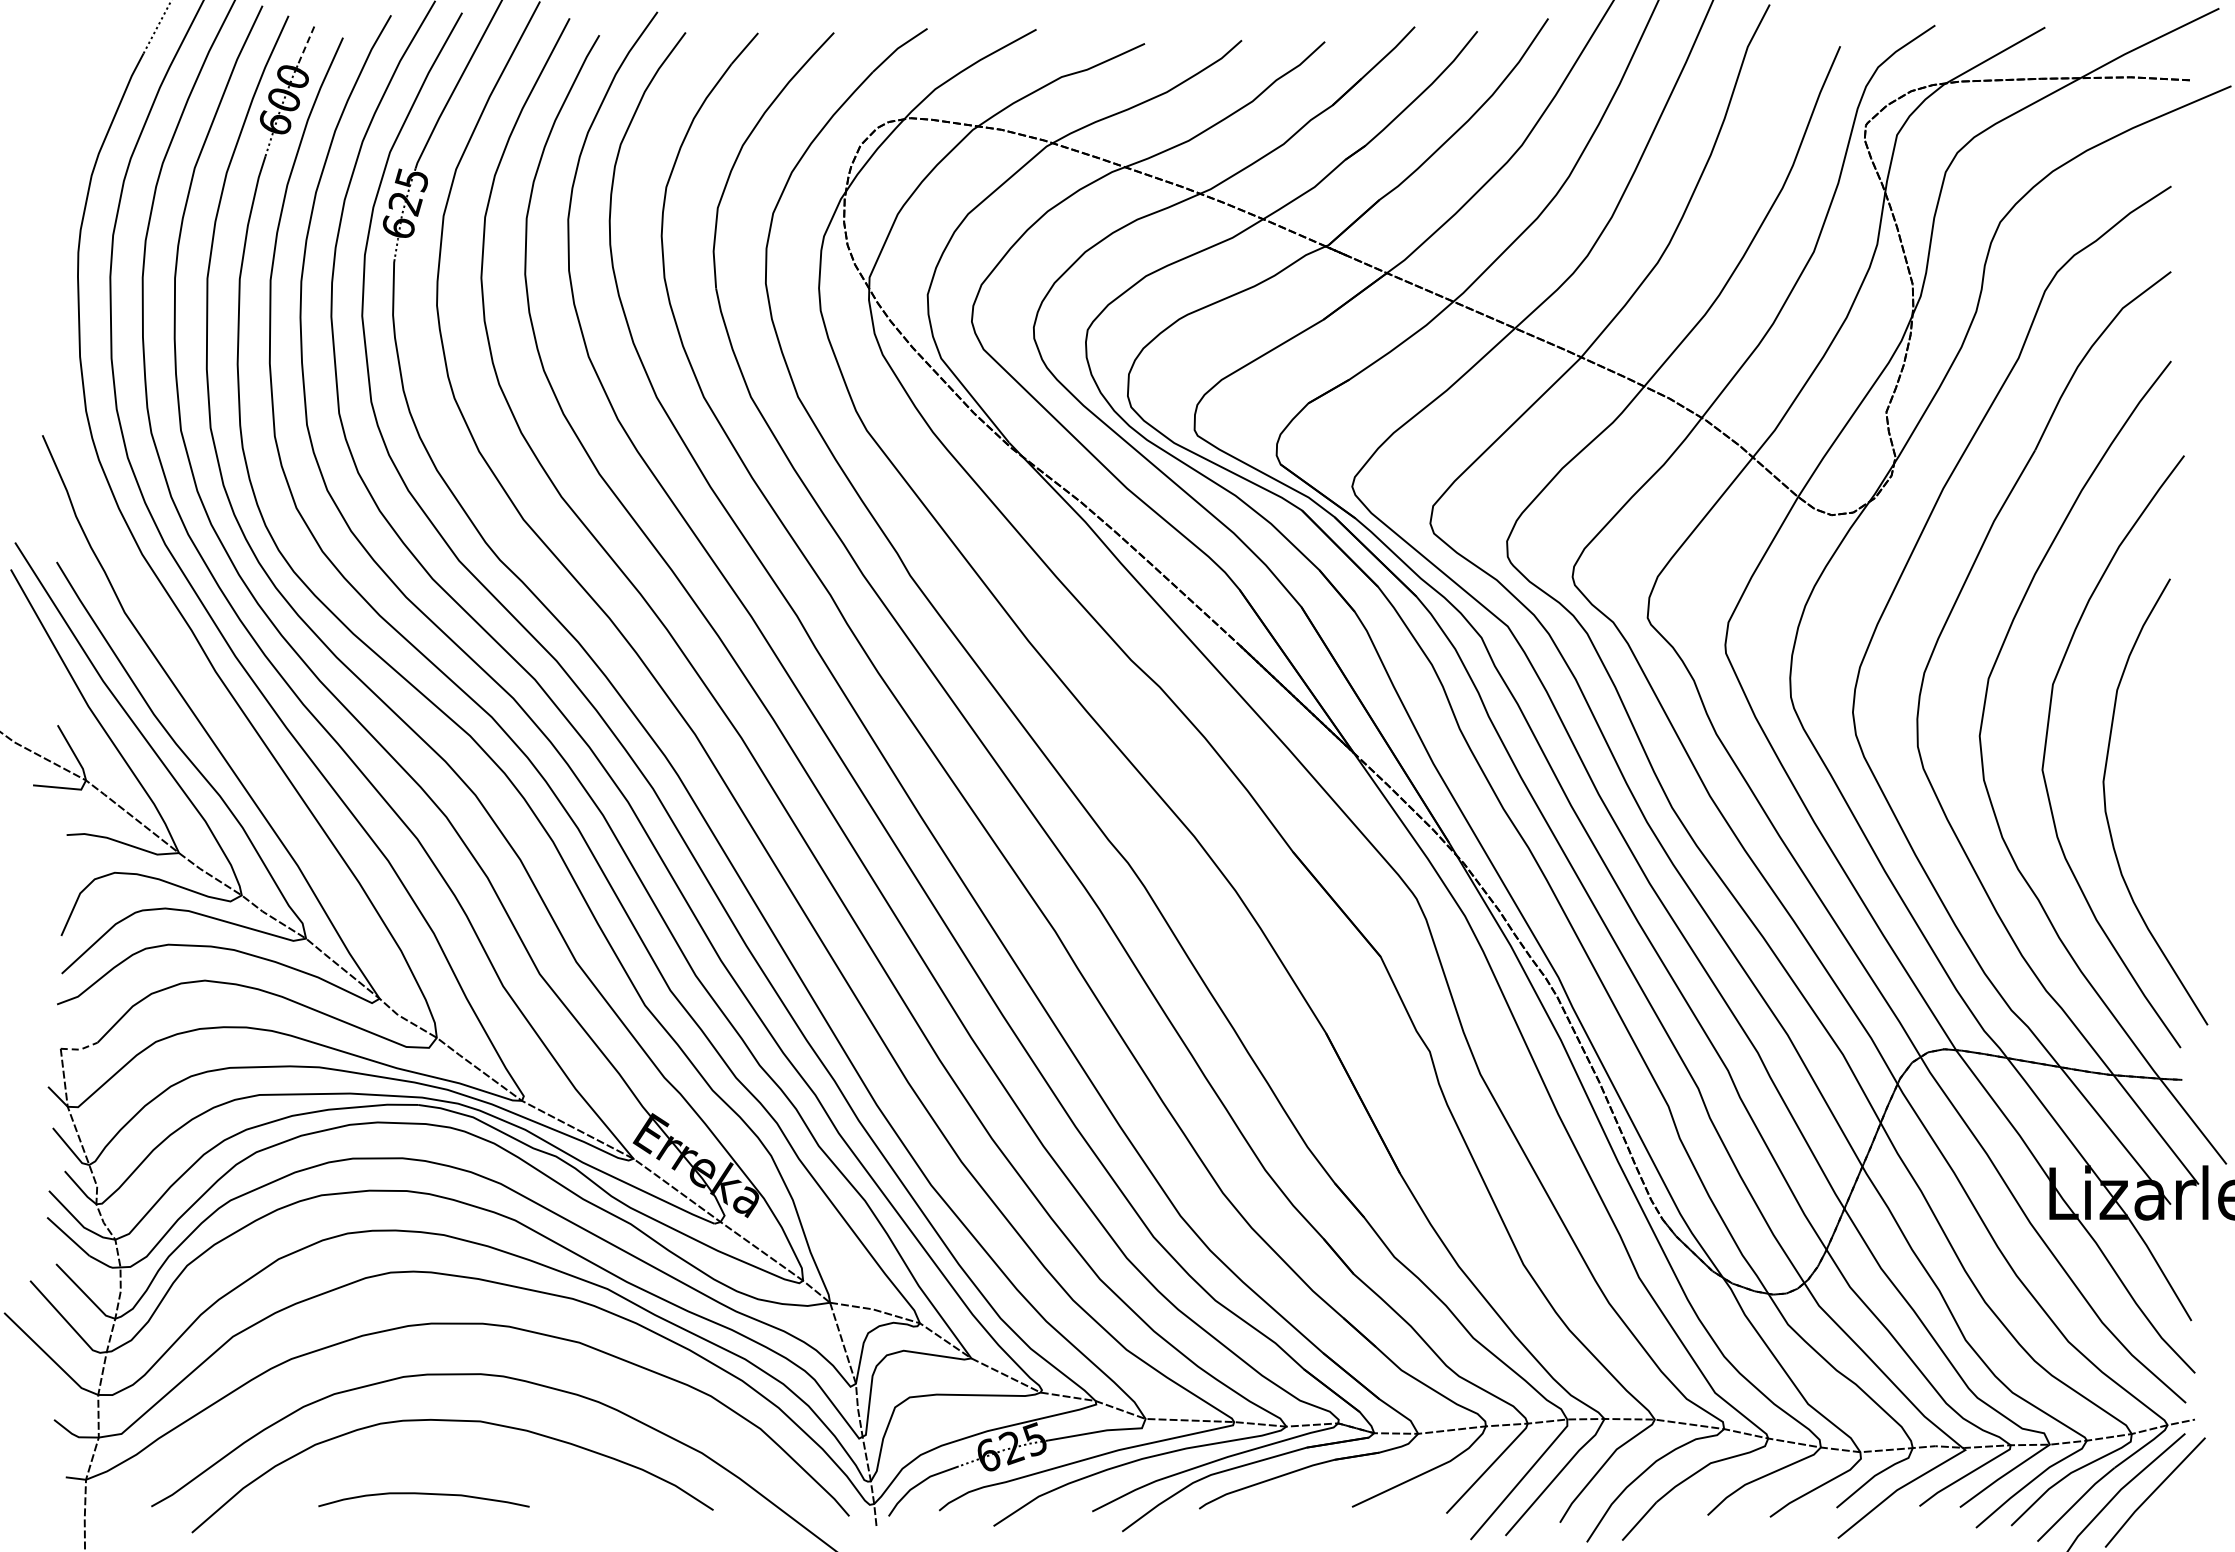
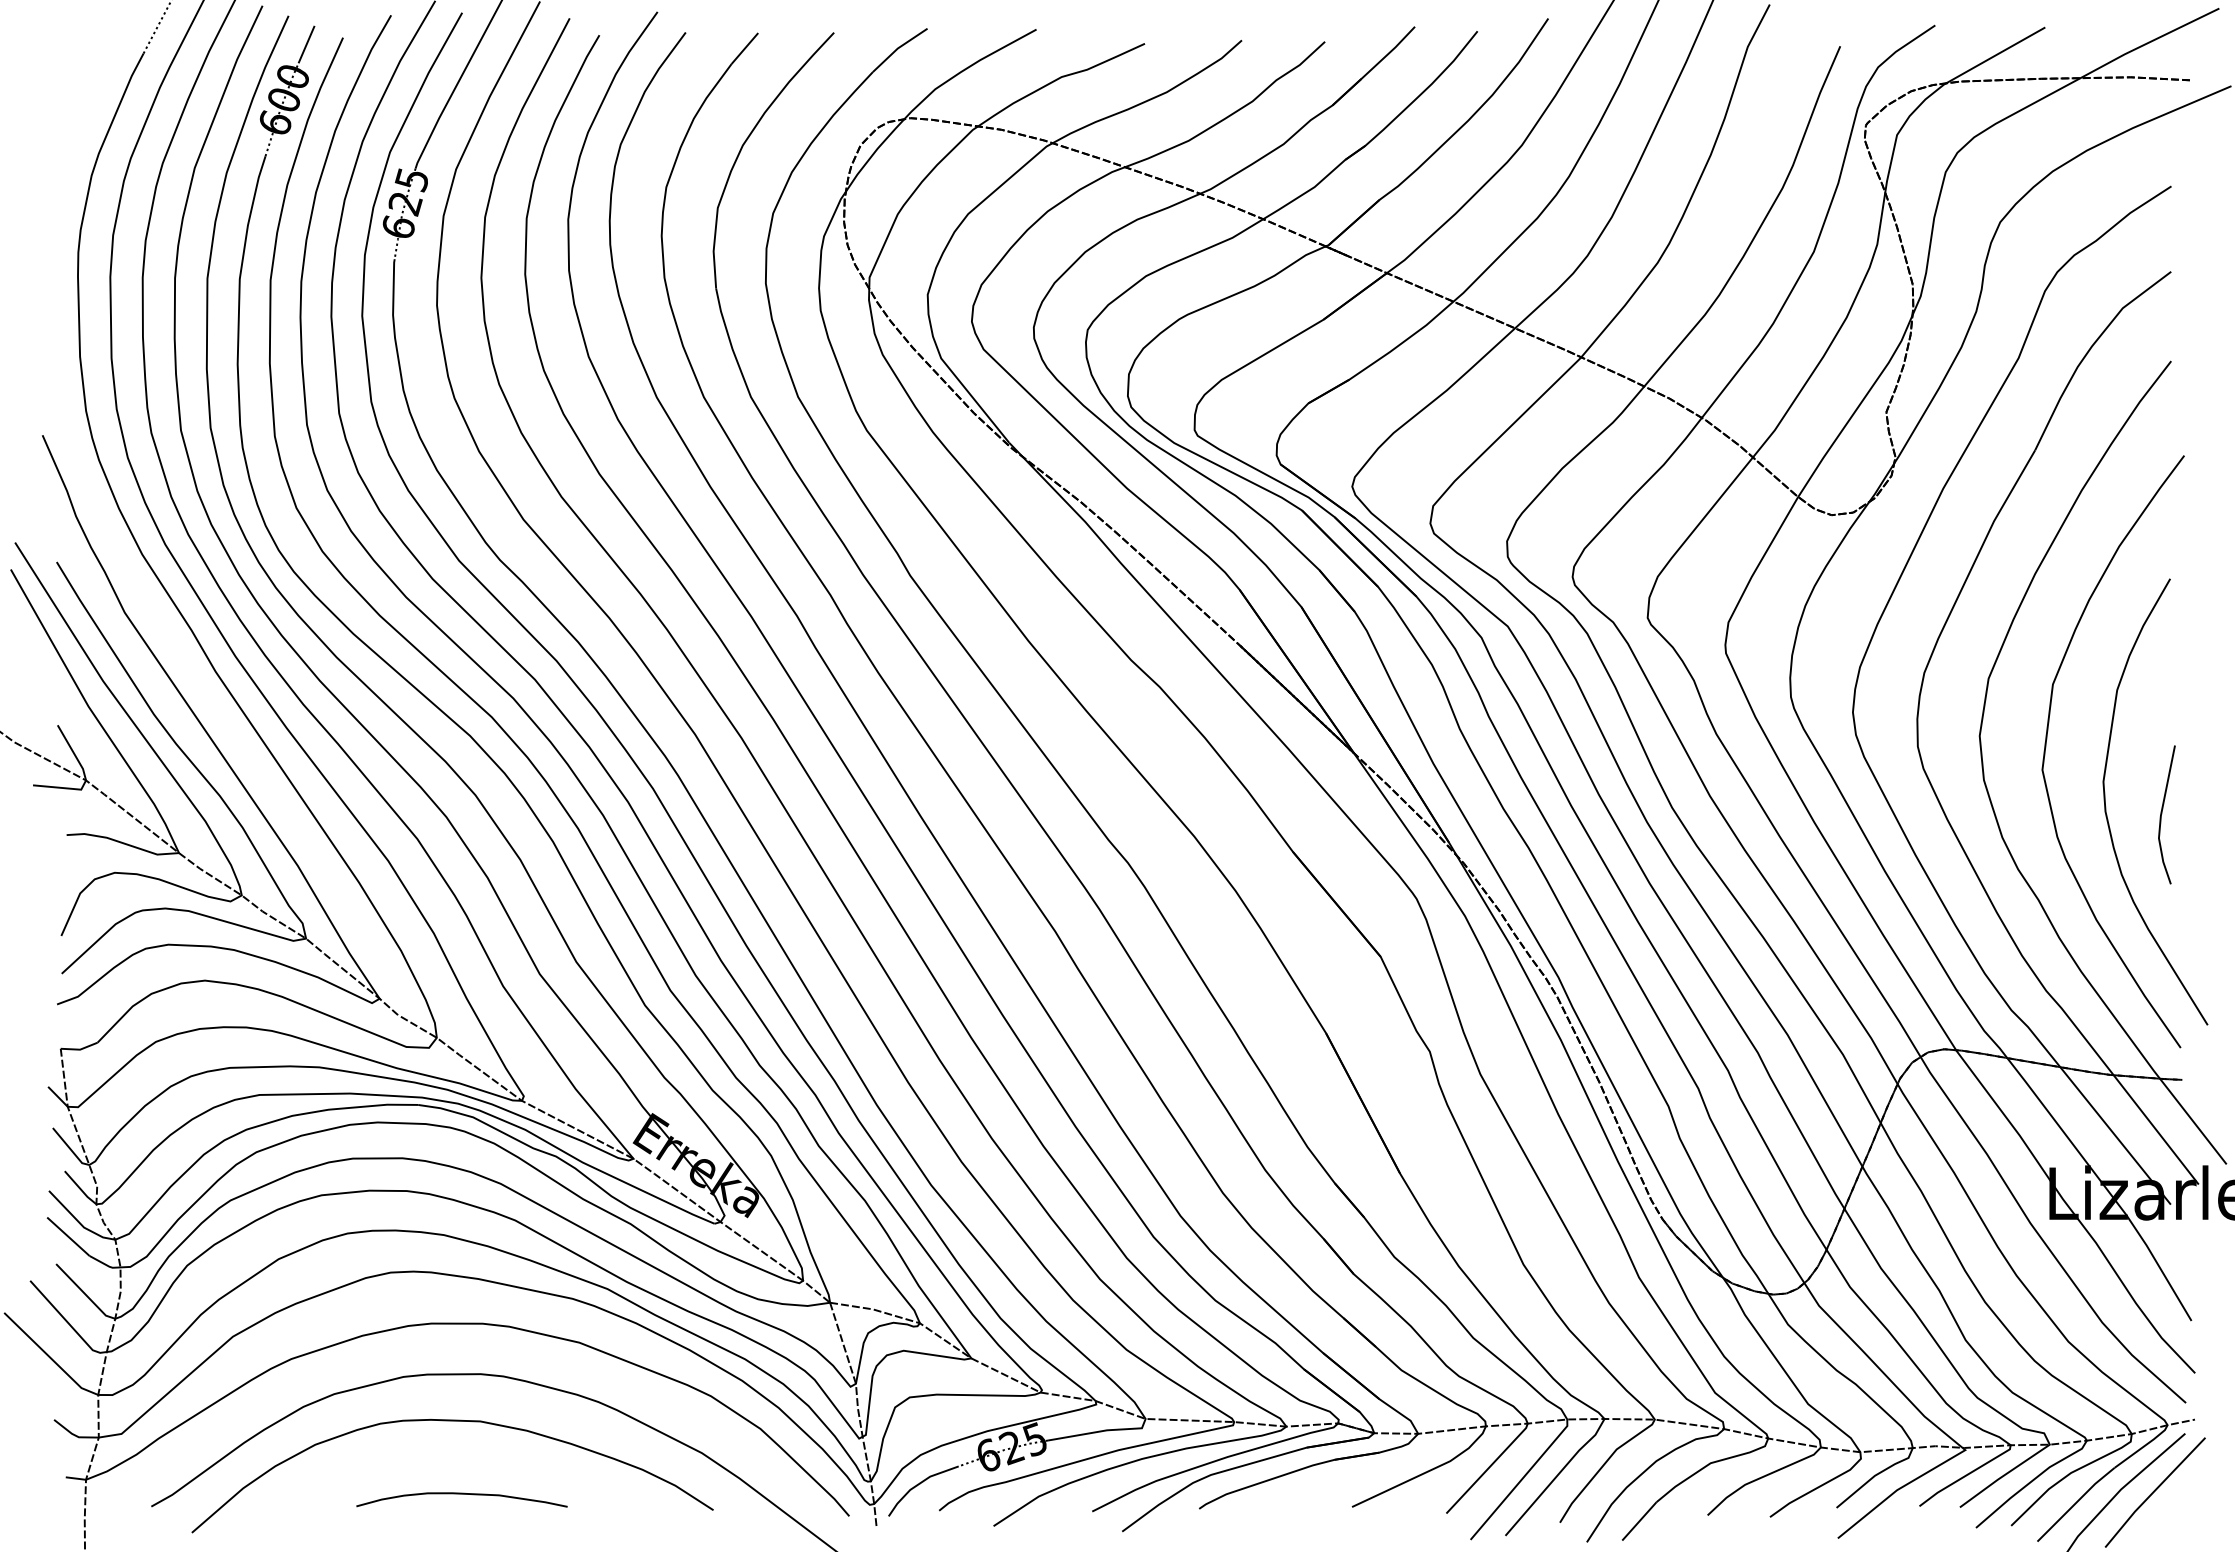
line at (306, 44): dashed -> solid
line at (2162, 814): none -> present
line at (80, 1049): dashed -> solid
curve at (423, 1494) position: (423, 1494) -> (461, 1494)
